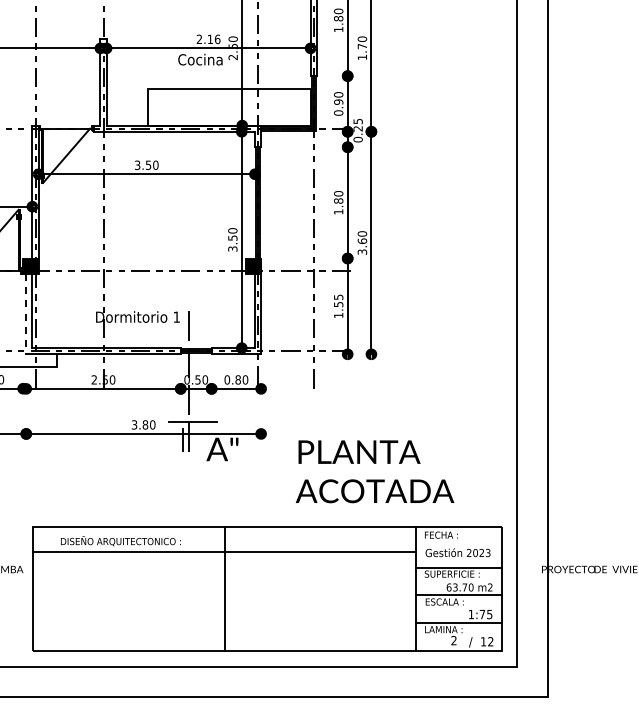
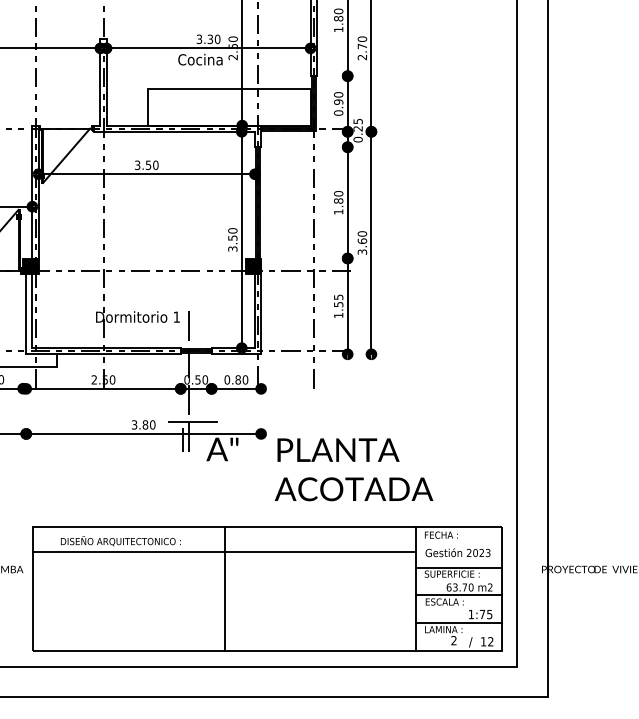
text at (208, 39): 2.16 -> 3.30
text at (361, 57): 1.70 -> 2.70
line at (26, 314): dashed -> solid
text at (374, 471) position: (374, 471) -> (353, 469)
